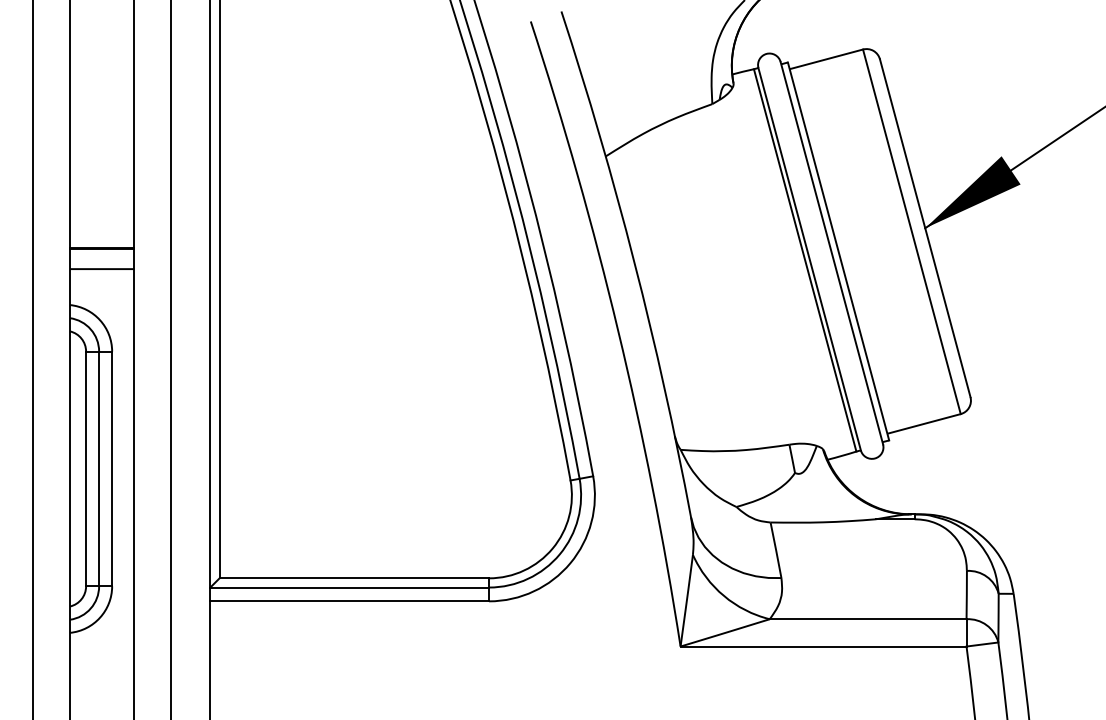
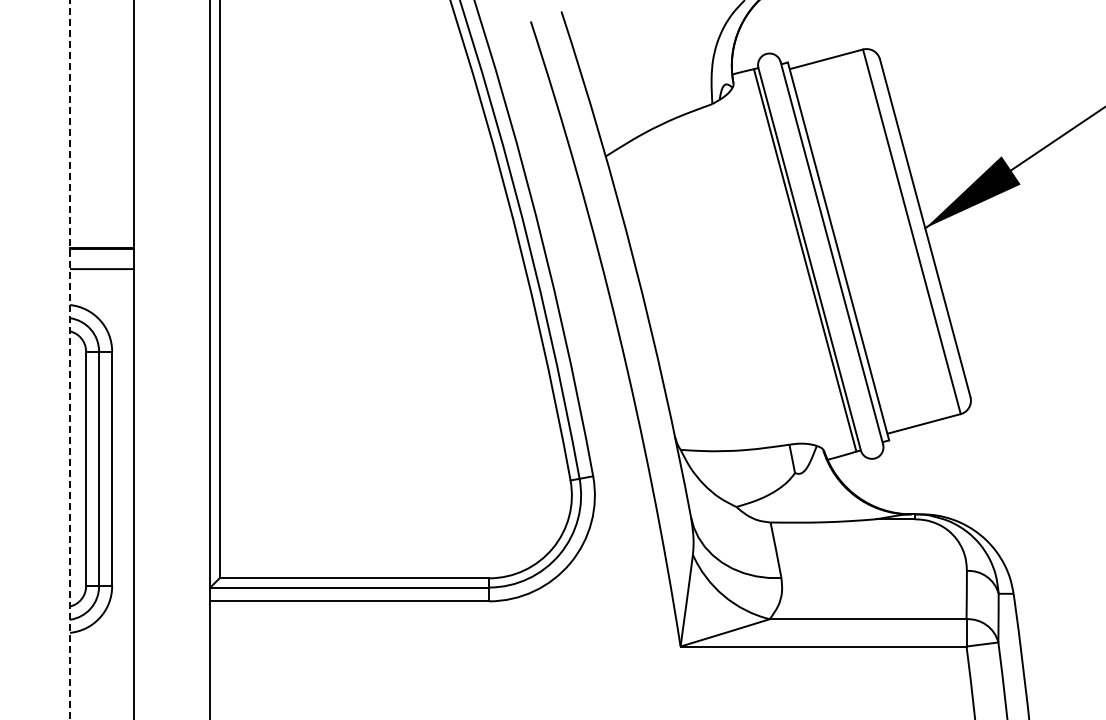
line at (33, 359): present -> none
line at (171, 359): present -> none
line at (70, 360): solid -> dashed
